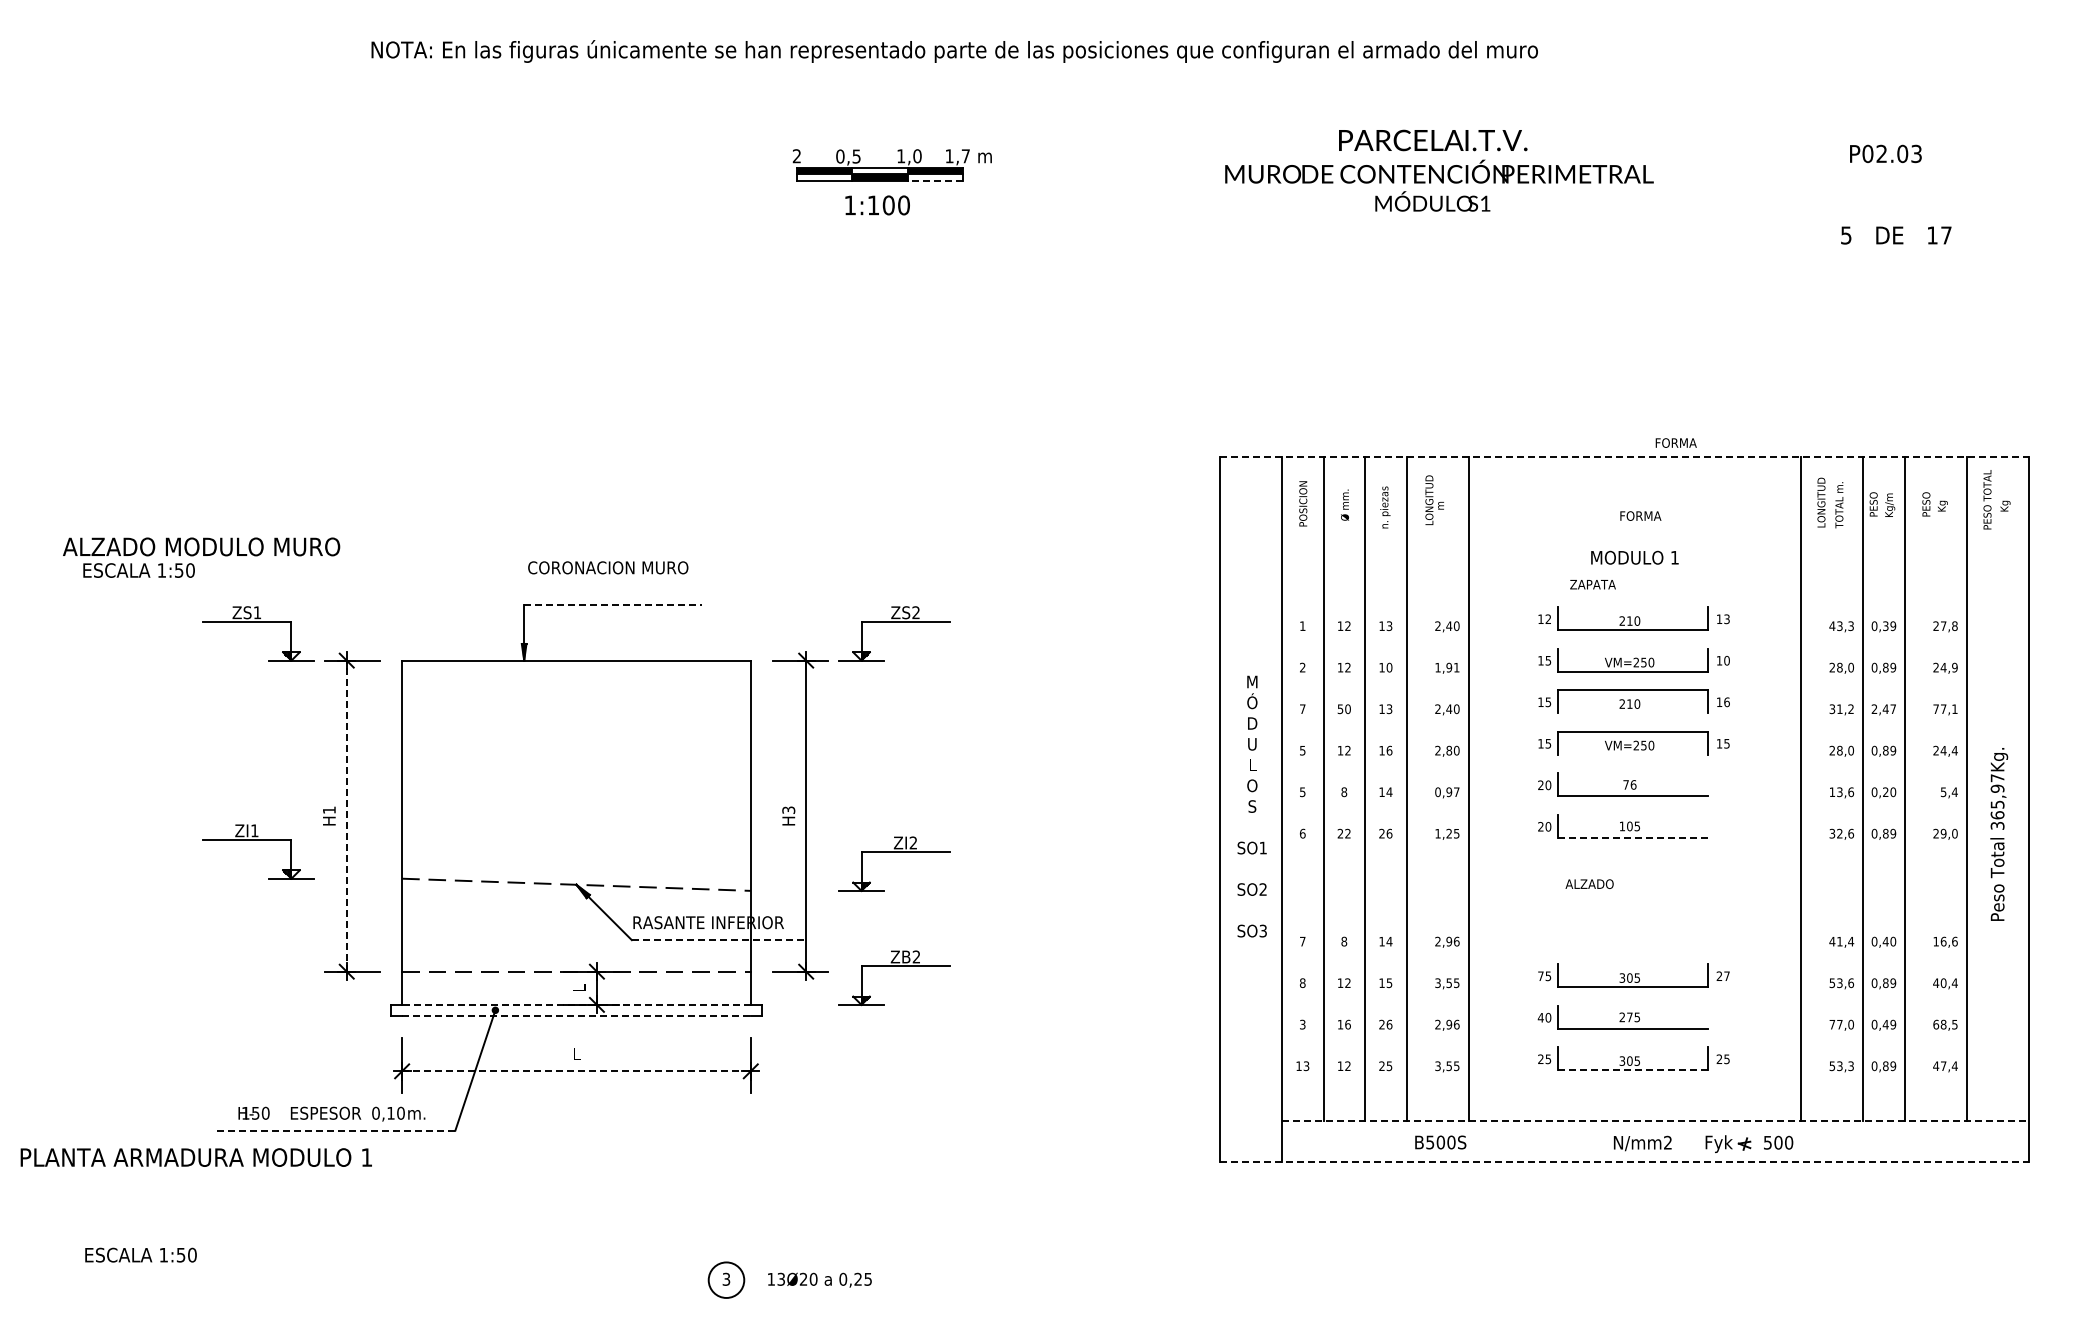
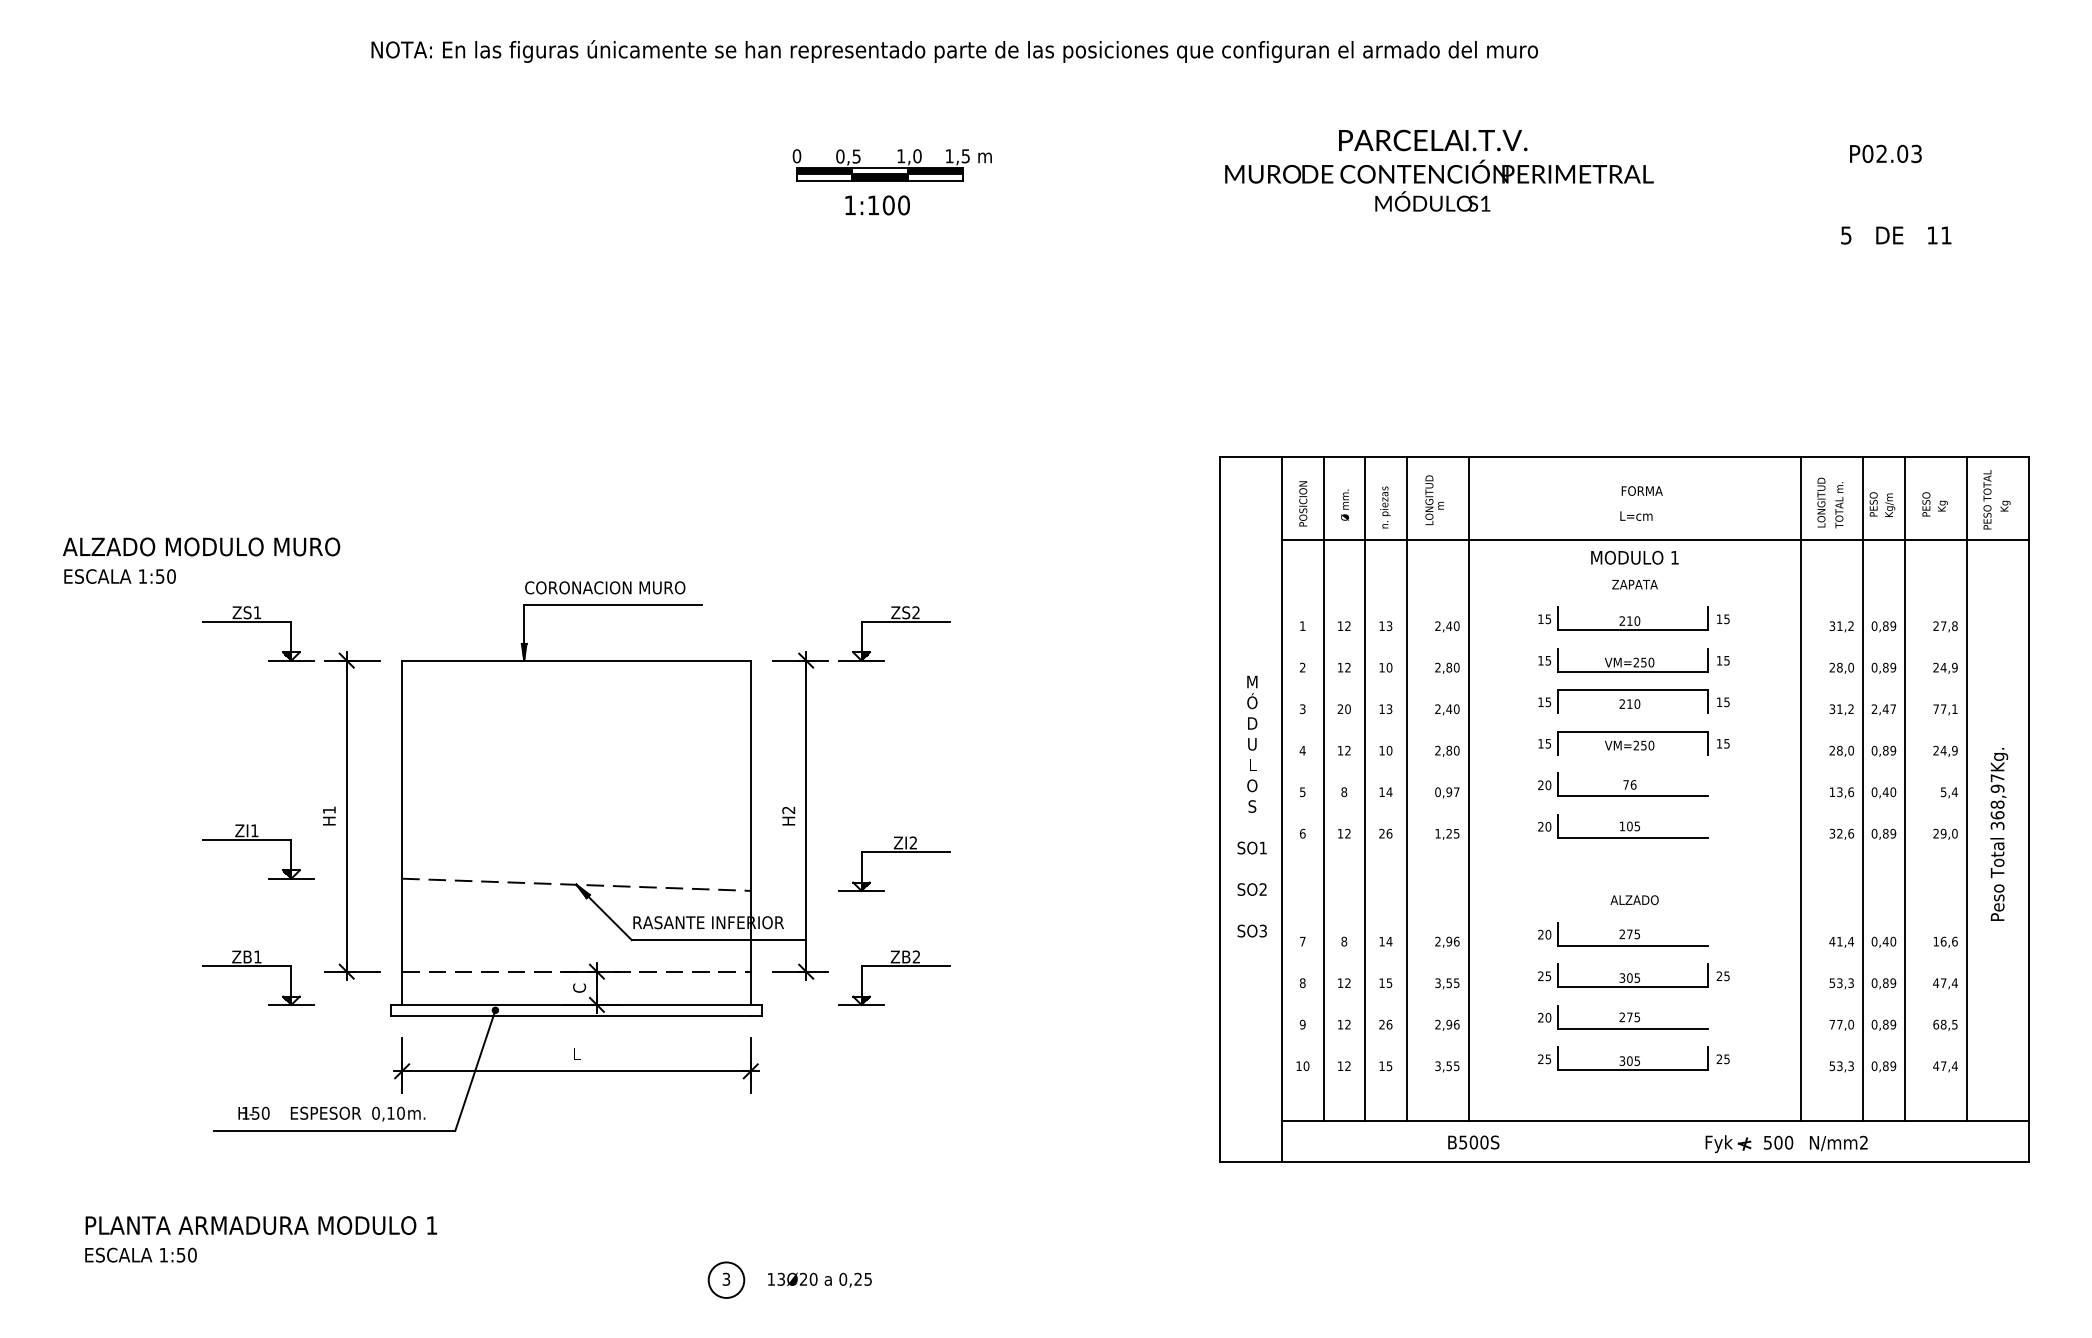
text at (796, 156): 2 -> 0
text at (965, 156): 1,7 -> 1,5
line at (935, 180): dashed -> solid
text at (1946, 235): 17 -> 11
text at (1675, 442) position: (1675, 442) -> (1641, 490)
line at (1624, 456): dashed -> solid
text at (1641, 515): FORMA -> L=cm
line at (1655, 539): none -> present
text at (608, 567) position: (608, 567) -> (605, 587)
text at (138, 570) position: (138, 570) -> (119, 576)
text at (1592, 584) position: (1592, 584) -> (1634, 584)
line at (613, 605): dashed -> solid
text at (1726, 618): 13 -> 15
text at (1548, 619): 12 -> 15
text at (1885, 625): 0,39 -> 0,89
text at (1841, 626): 43,3 -> 31,2
text at (1726, 660): 10 -> 15
text at (1447, 667): 1,91 -> 2,80
text at (1726, 702): 16 -> 15
text at (1302, 709): 7 -> 3
text at (1340, 709): 50 -> 20
text at (1389, 749): 16 -> 10
text at (1302, 750): 5 -> 4
text at (1954, 750): 24,4 -> 24,9
text at (1885, 791): 0,20 -> 0,40
text at (1997, 804): 365,97Kg. -> 368,97Kg.
text at (788, 809): H3 -> H2
line at (346, 816): dashed -> solid
text at (1339, 833): 22 -> 12
line at (1633, 837): dashed -> solid
text at (1589, 883) position: (1589, 883) -> (1634, 899)
part at (1623, 934): none -> present
line at (719, 940): dashed -> solid
part at (258, 966): none -> present
text at (1540, 975): 75 -> 25
text at (1726, 976): 27 -> 25
text at (1851, 982): 53,6 -> 53,3
text at (1943, 983): 40,4 -> 47,4
text at (579, 987): L -> C
line at (576, 1004): dashed -> solid
line at (577, 1015): dashed -> solid
text at (1540, 1017): 40 -> 20
text at (1302, 1024): 3 -> 9
text at (1347, 1024): 16 -> 12
text at (1885, 1024): 0,49 -> 0,89
text at (1381, 1065): 25 -> 15
text at (1306, 1066): 13 -> 10
line at (1633, 1070): dashed -> solid
line at (577, 1071): dashed -> solid
line at (1655, 1120): dashed -> solid
line at (334, 1130): dashed -> solid
text at (1440, 1142) position: (1440, 1142) -> (1473, 1142)
text at (1642, 1143) position: (1642, 1143) -> (1838, 1143)
text at (195, 1157) position: (195, 1157) -> (260, 1225)
line at (1624, 1162): dashed -> solid
